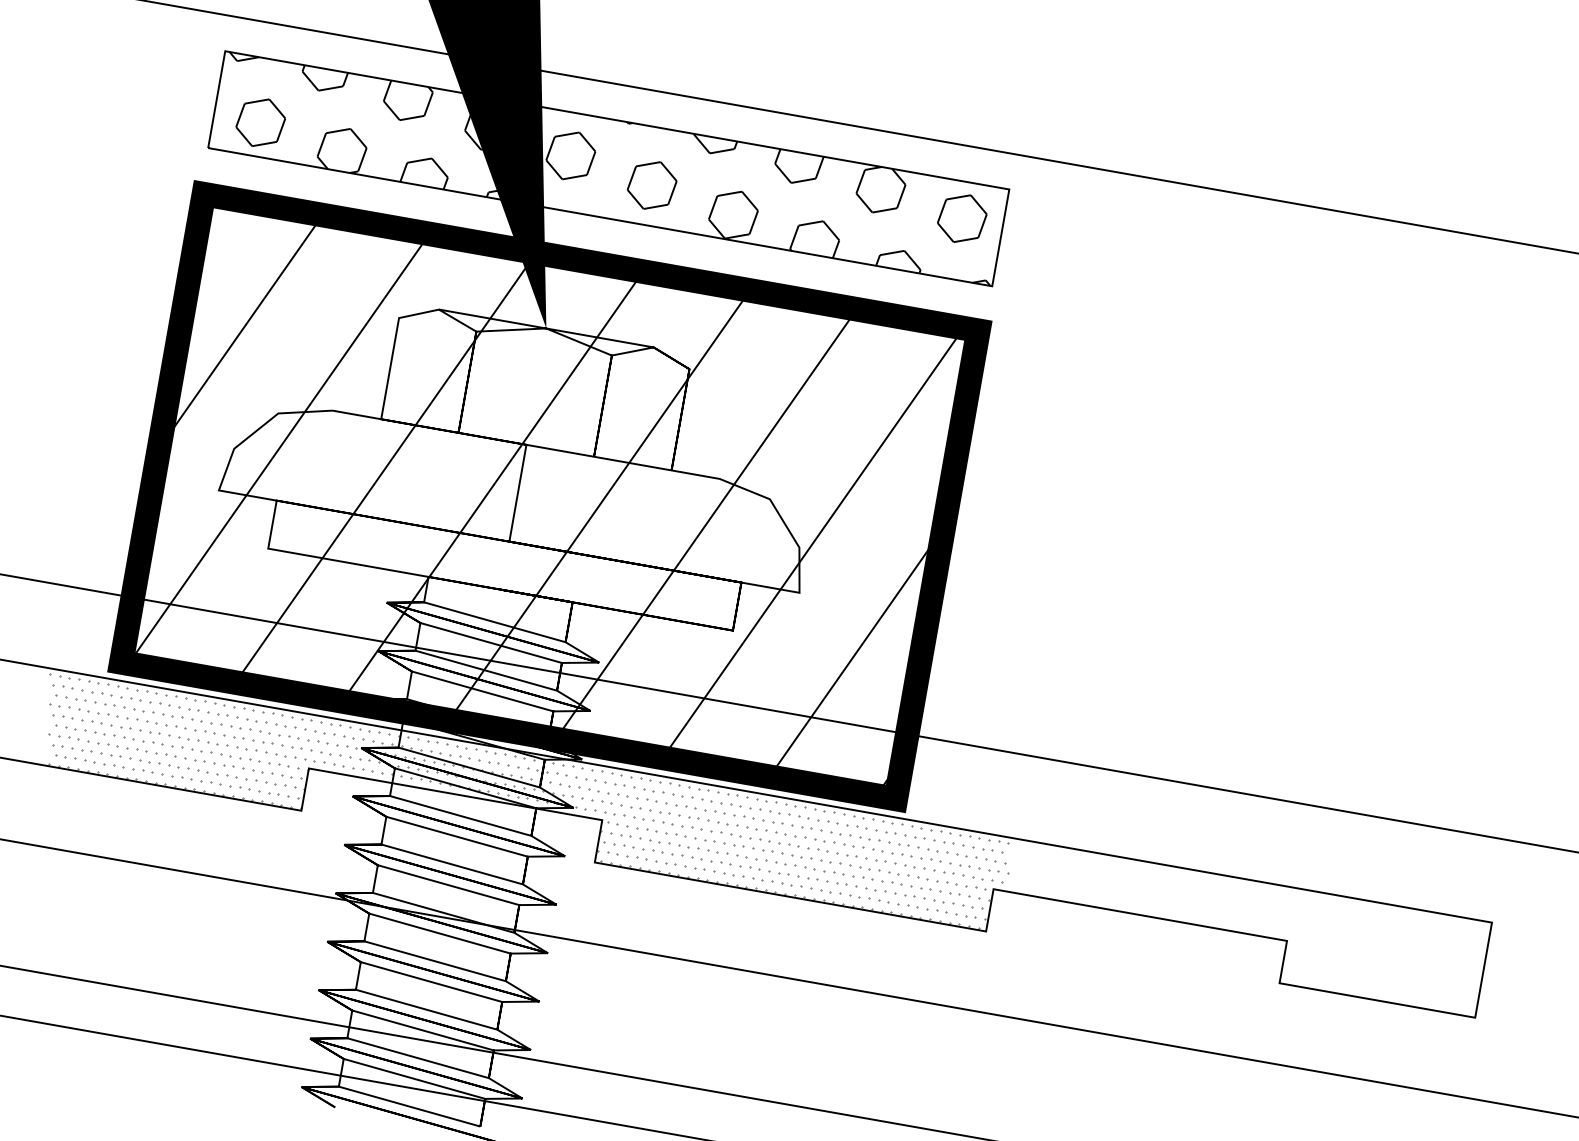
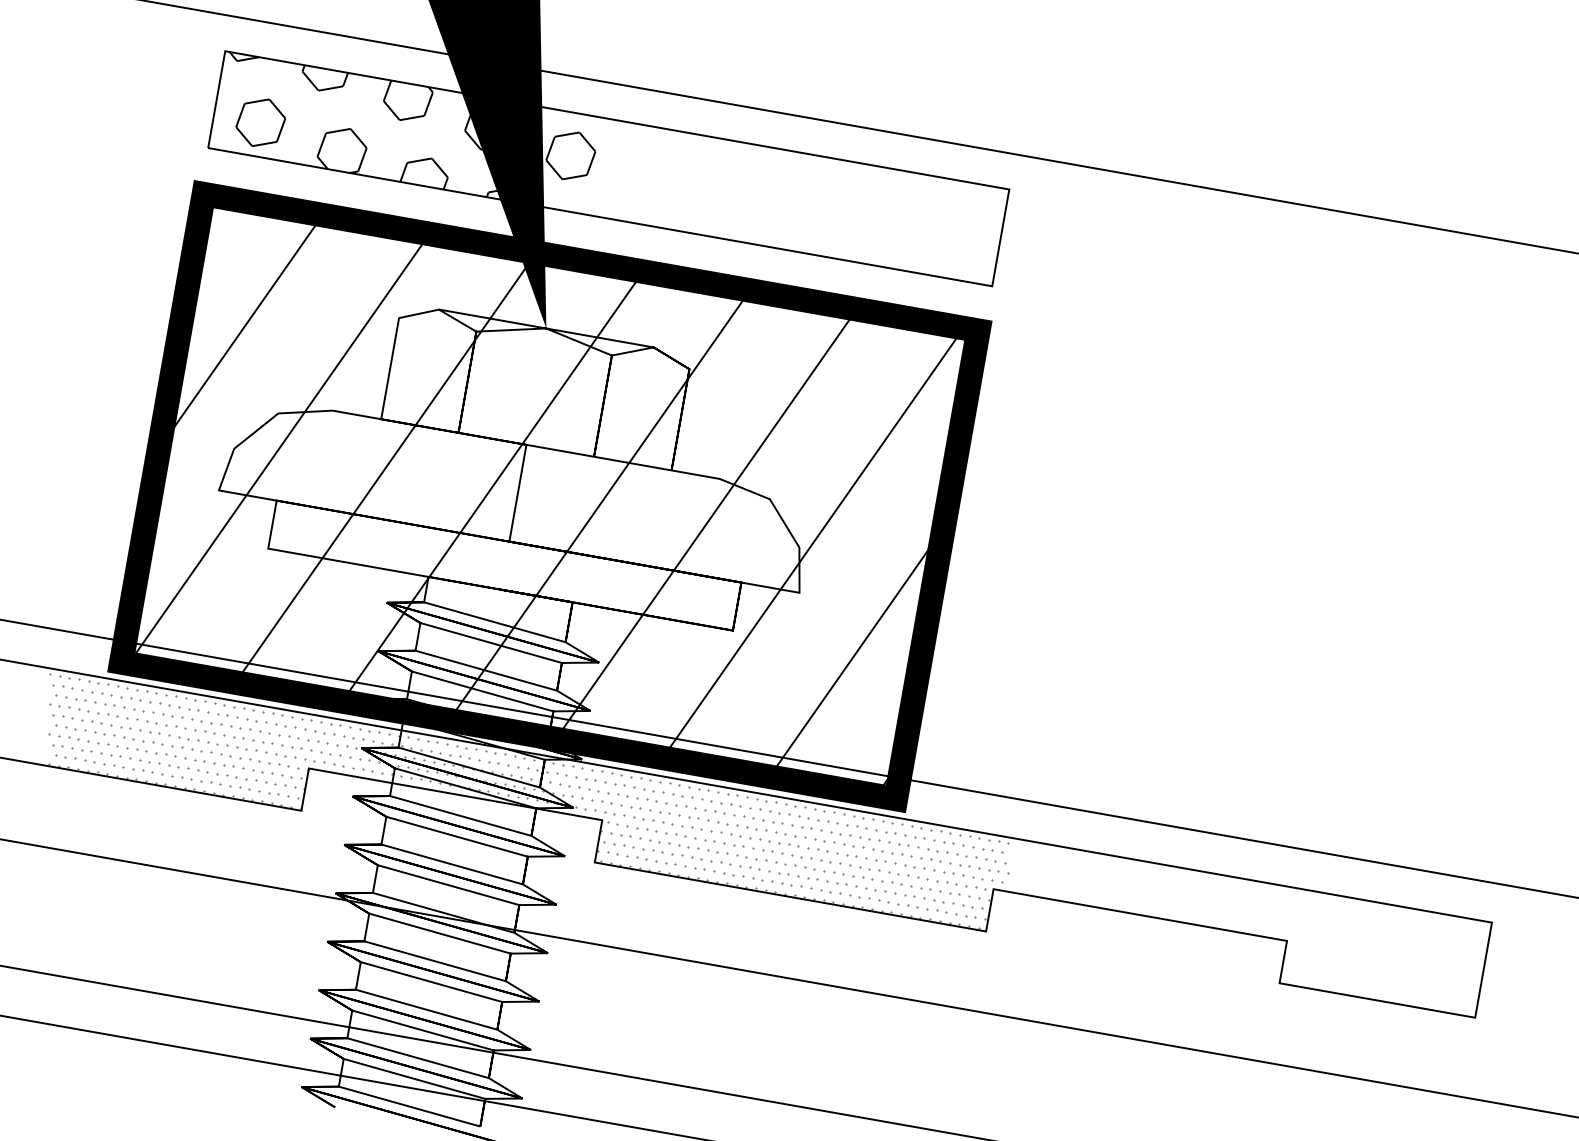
hatch at (808, 204): present -> none
line at (788, 713) position: (788, 713) -> (788, 758)
